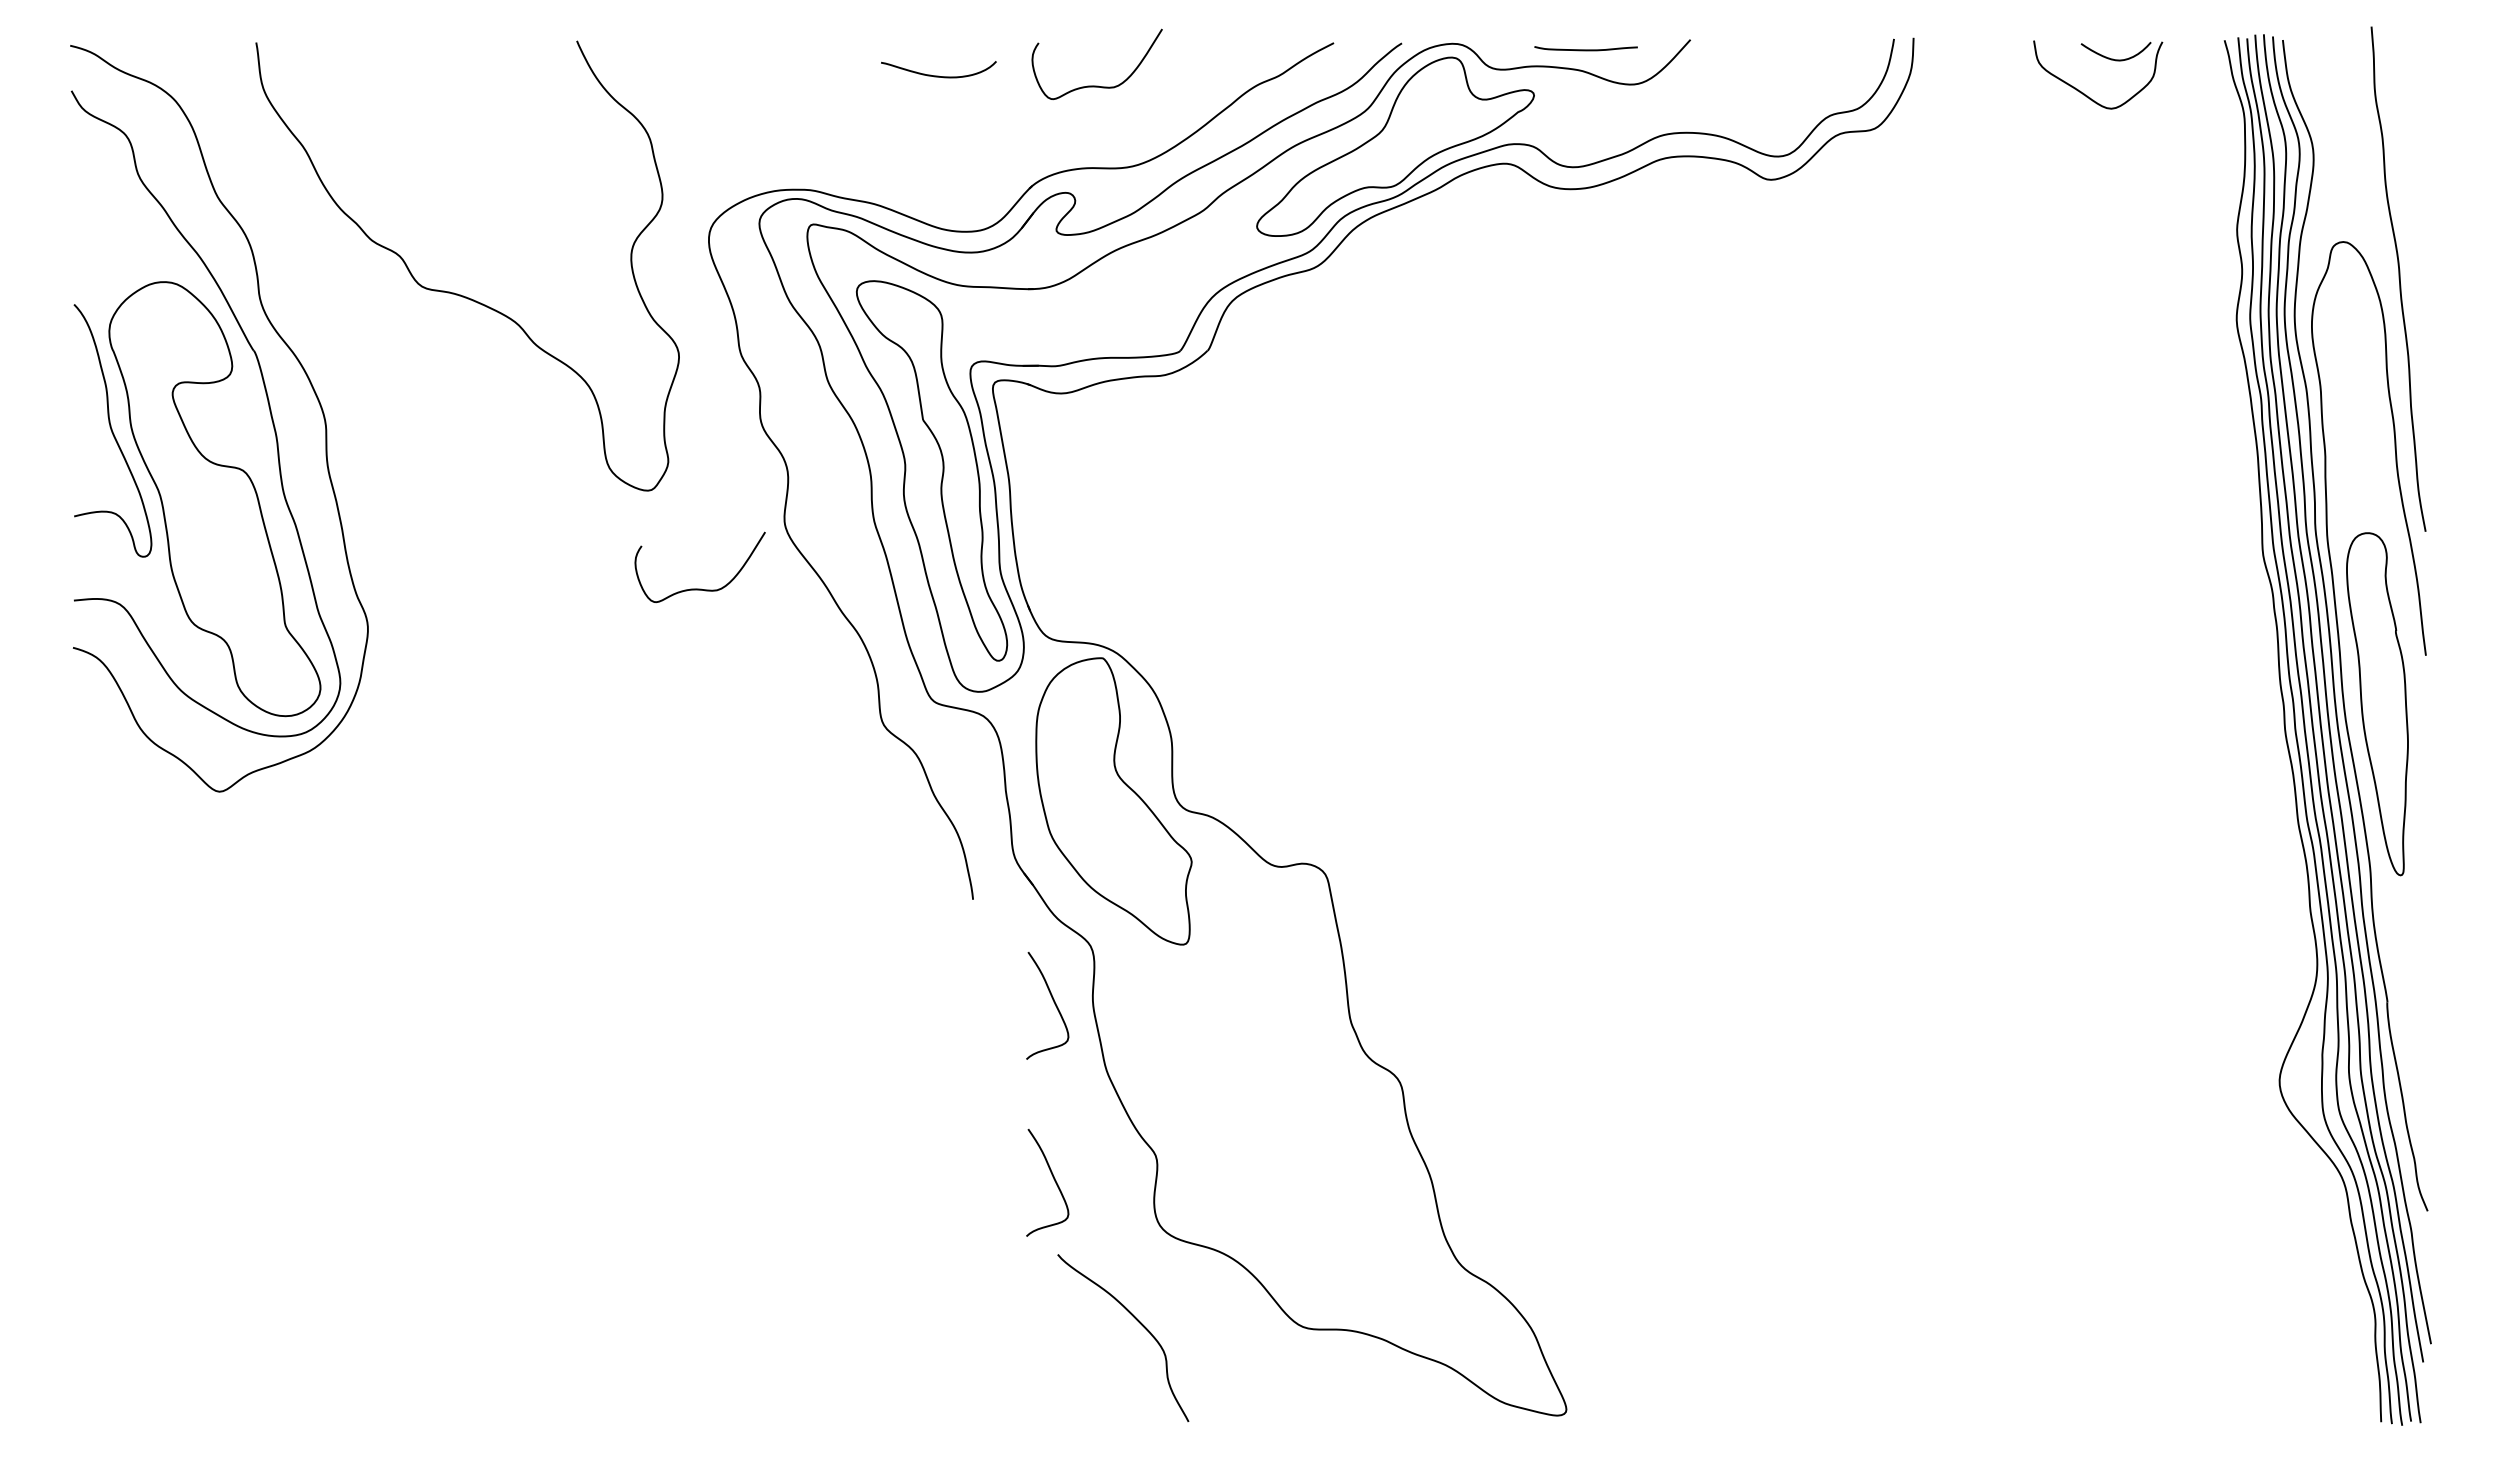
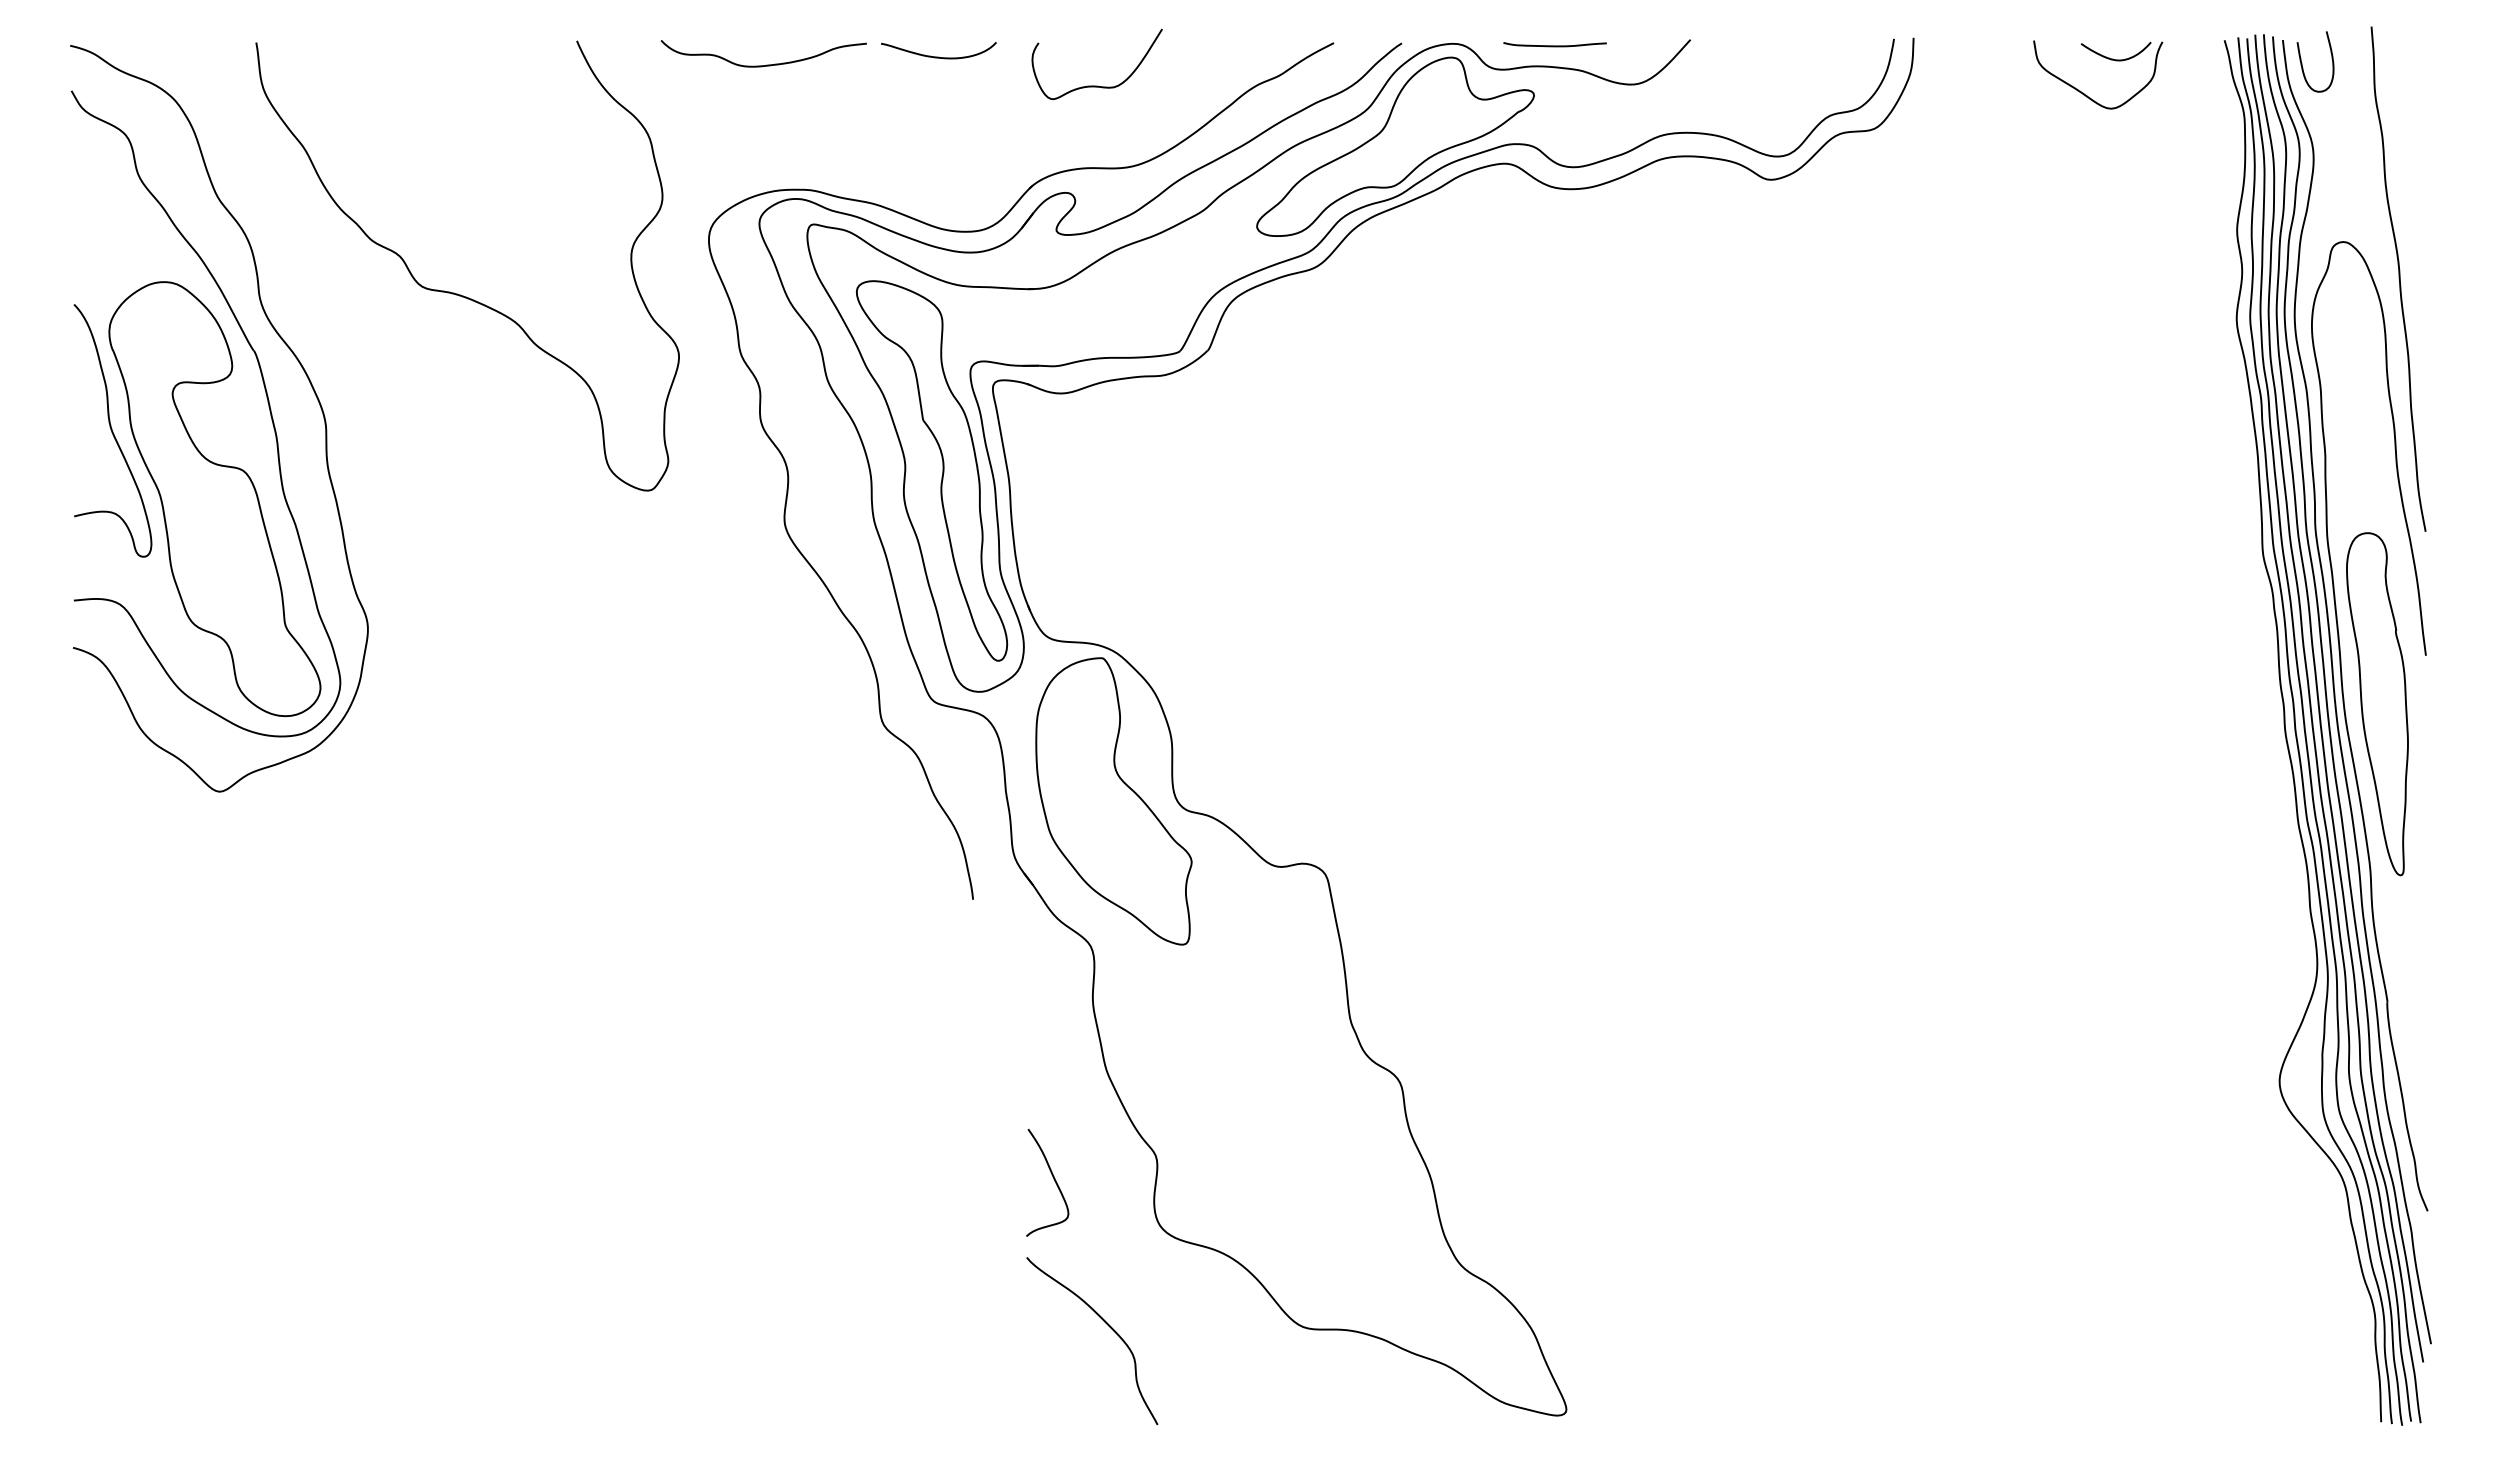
curve at (1585, 49) position: (1585, 49) -> (1554, 45)
curve at (2302, 63): none -> present
curve at (766, 64): none -> present
curve at (938, 75) position: (938, 75) -> (938, 56)
curve at (699, 588): present -> none
curve at (1053, 1002): present -> none
curve at (1138, 1322) position: (1138, 1322) -> (1107, 1325)
